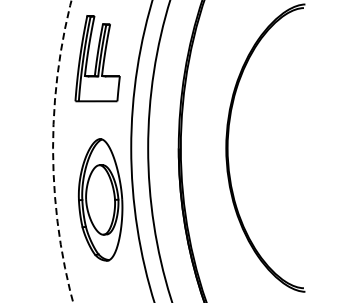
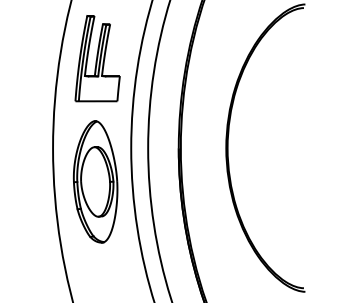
arc at (53, 151): dashed -> solid
part at (100, 199) position: (100, 199) -> (95, 181)
